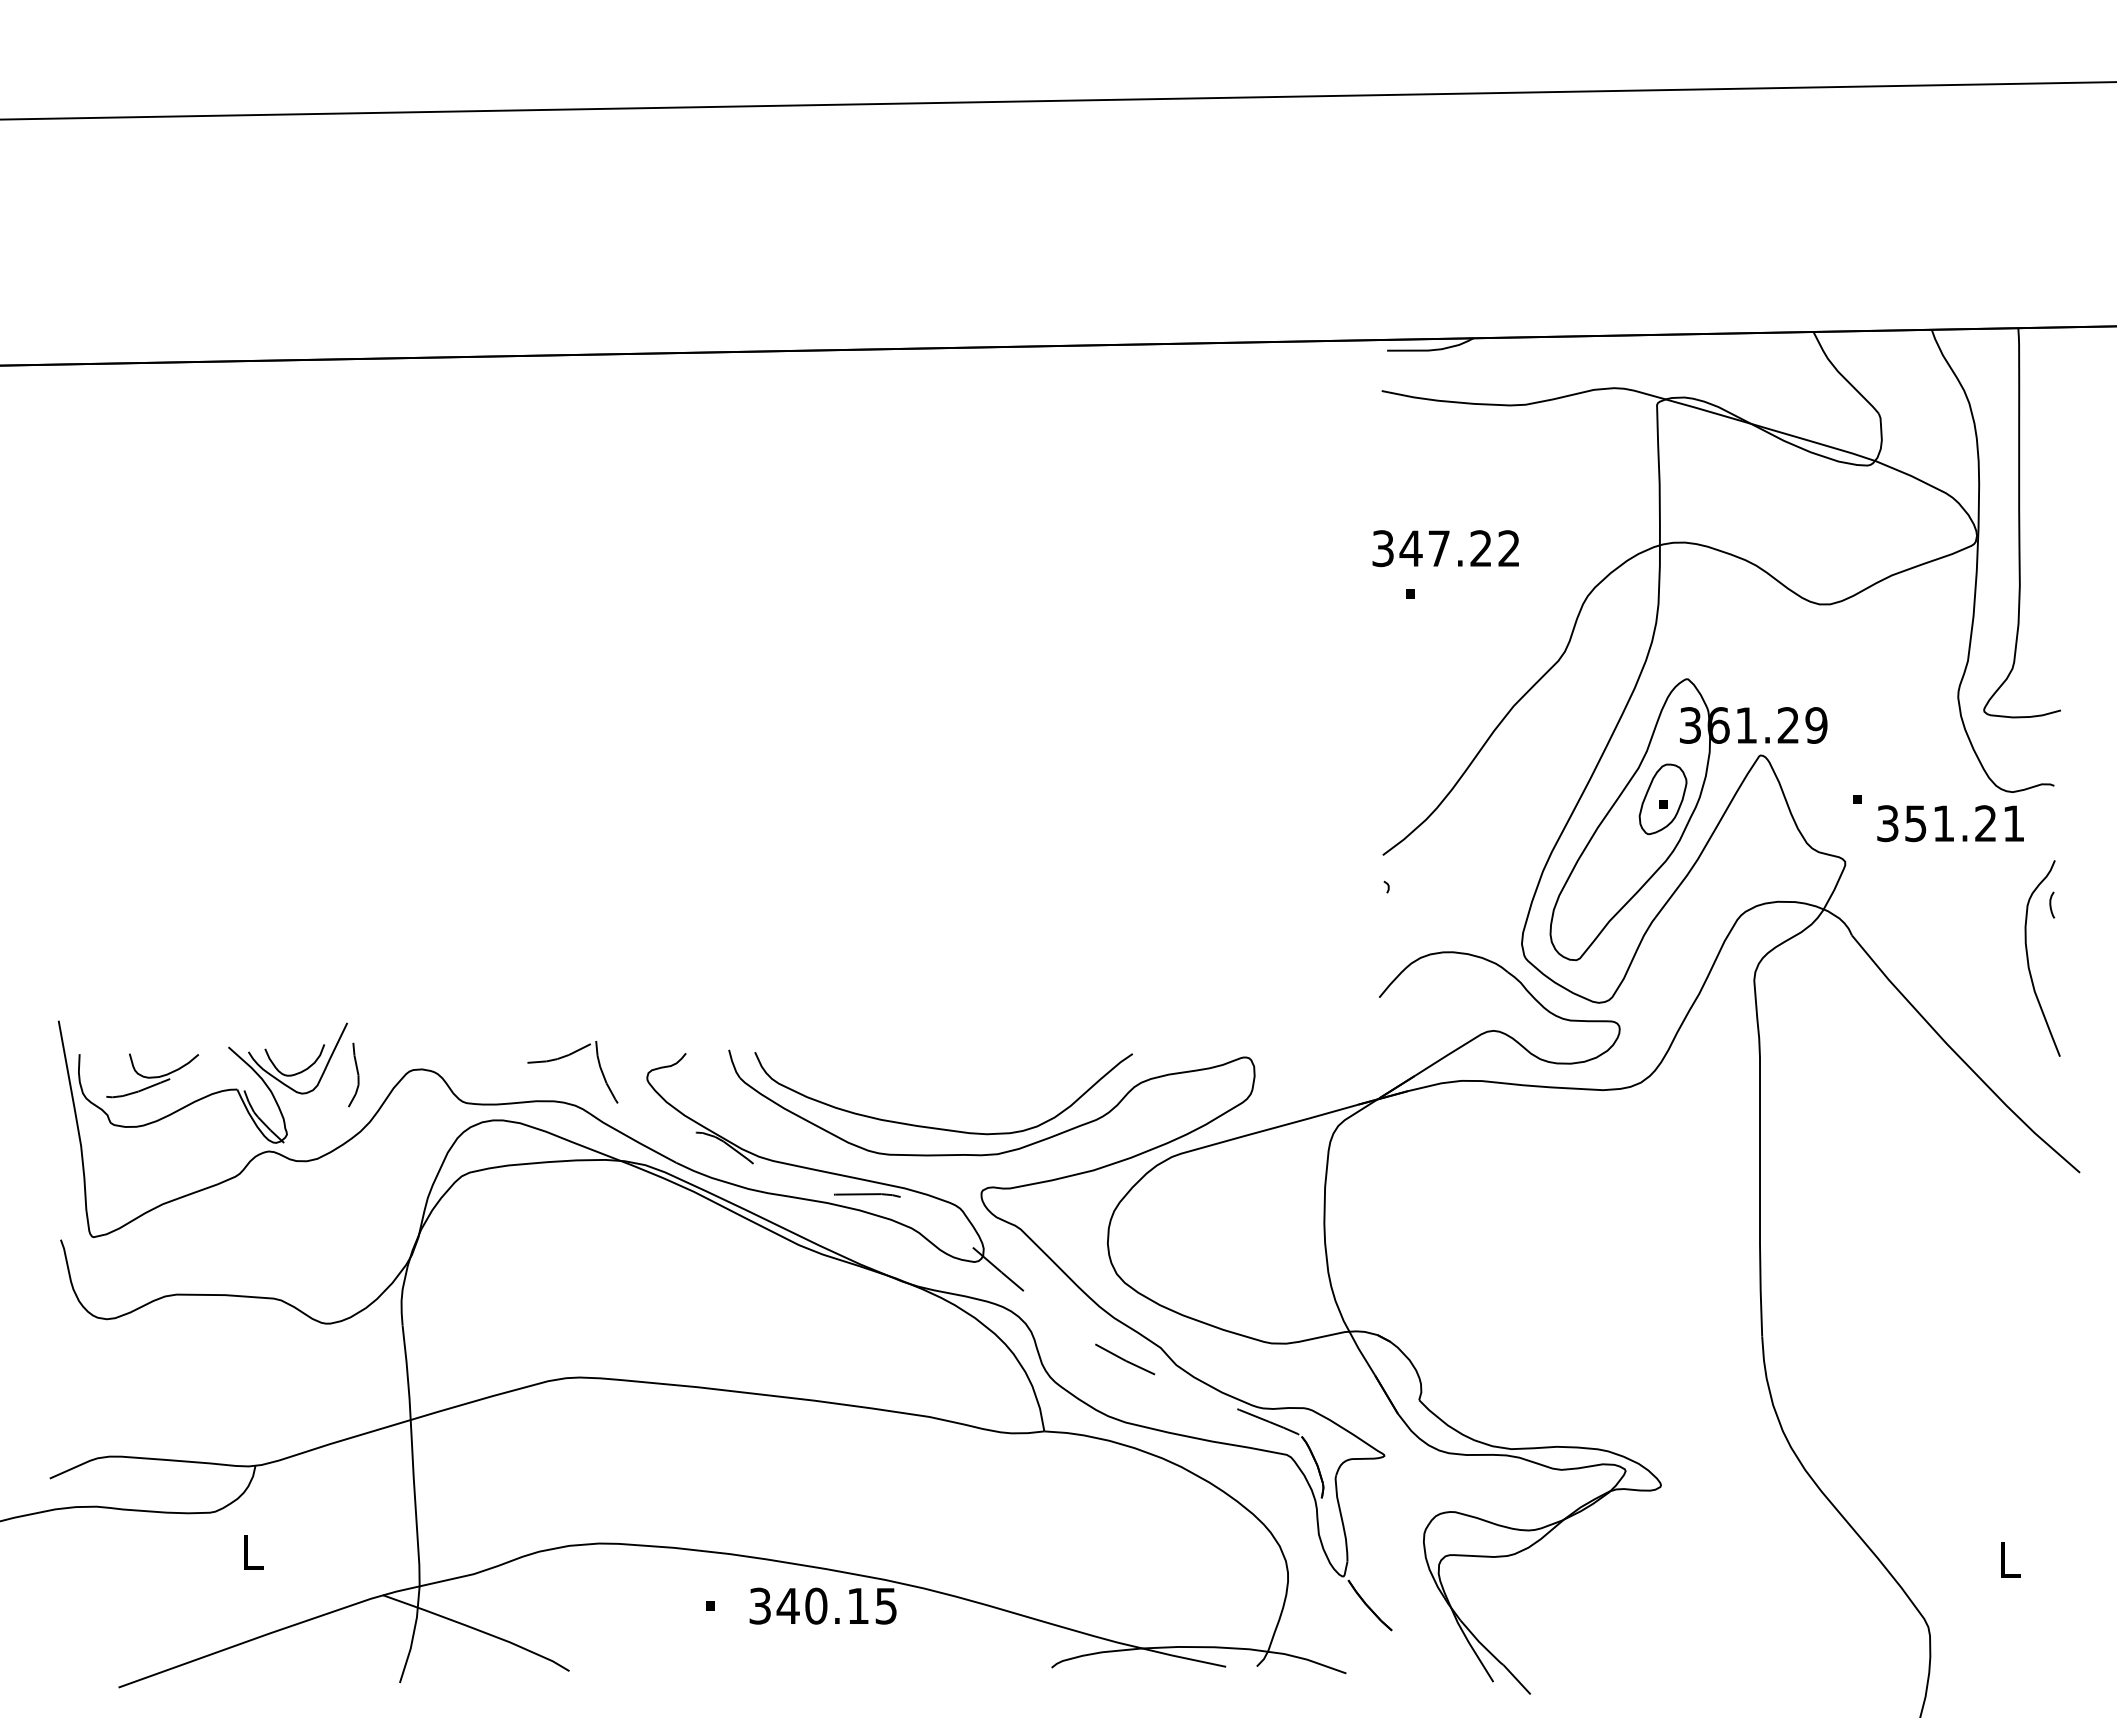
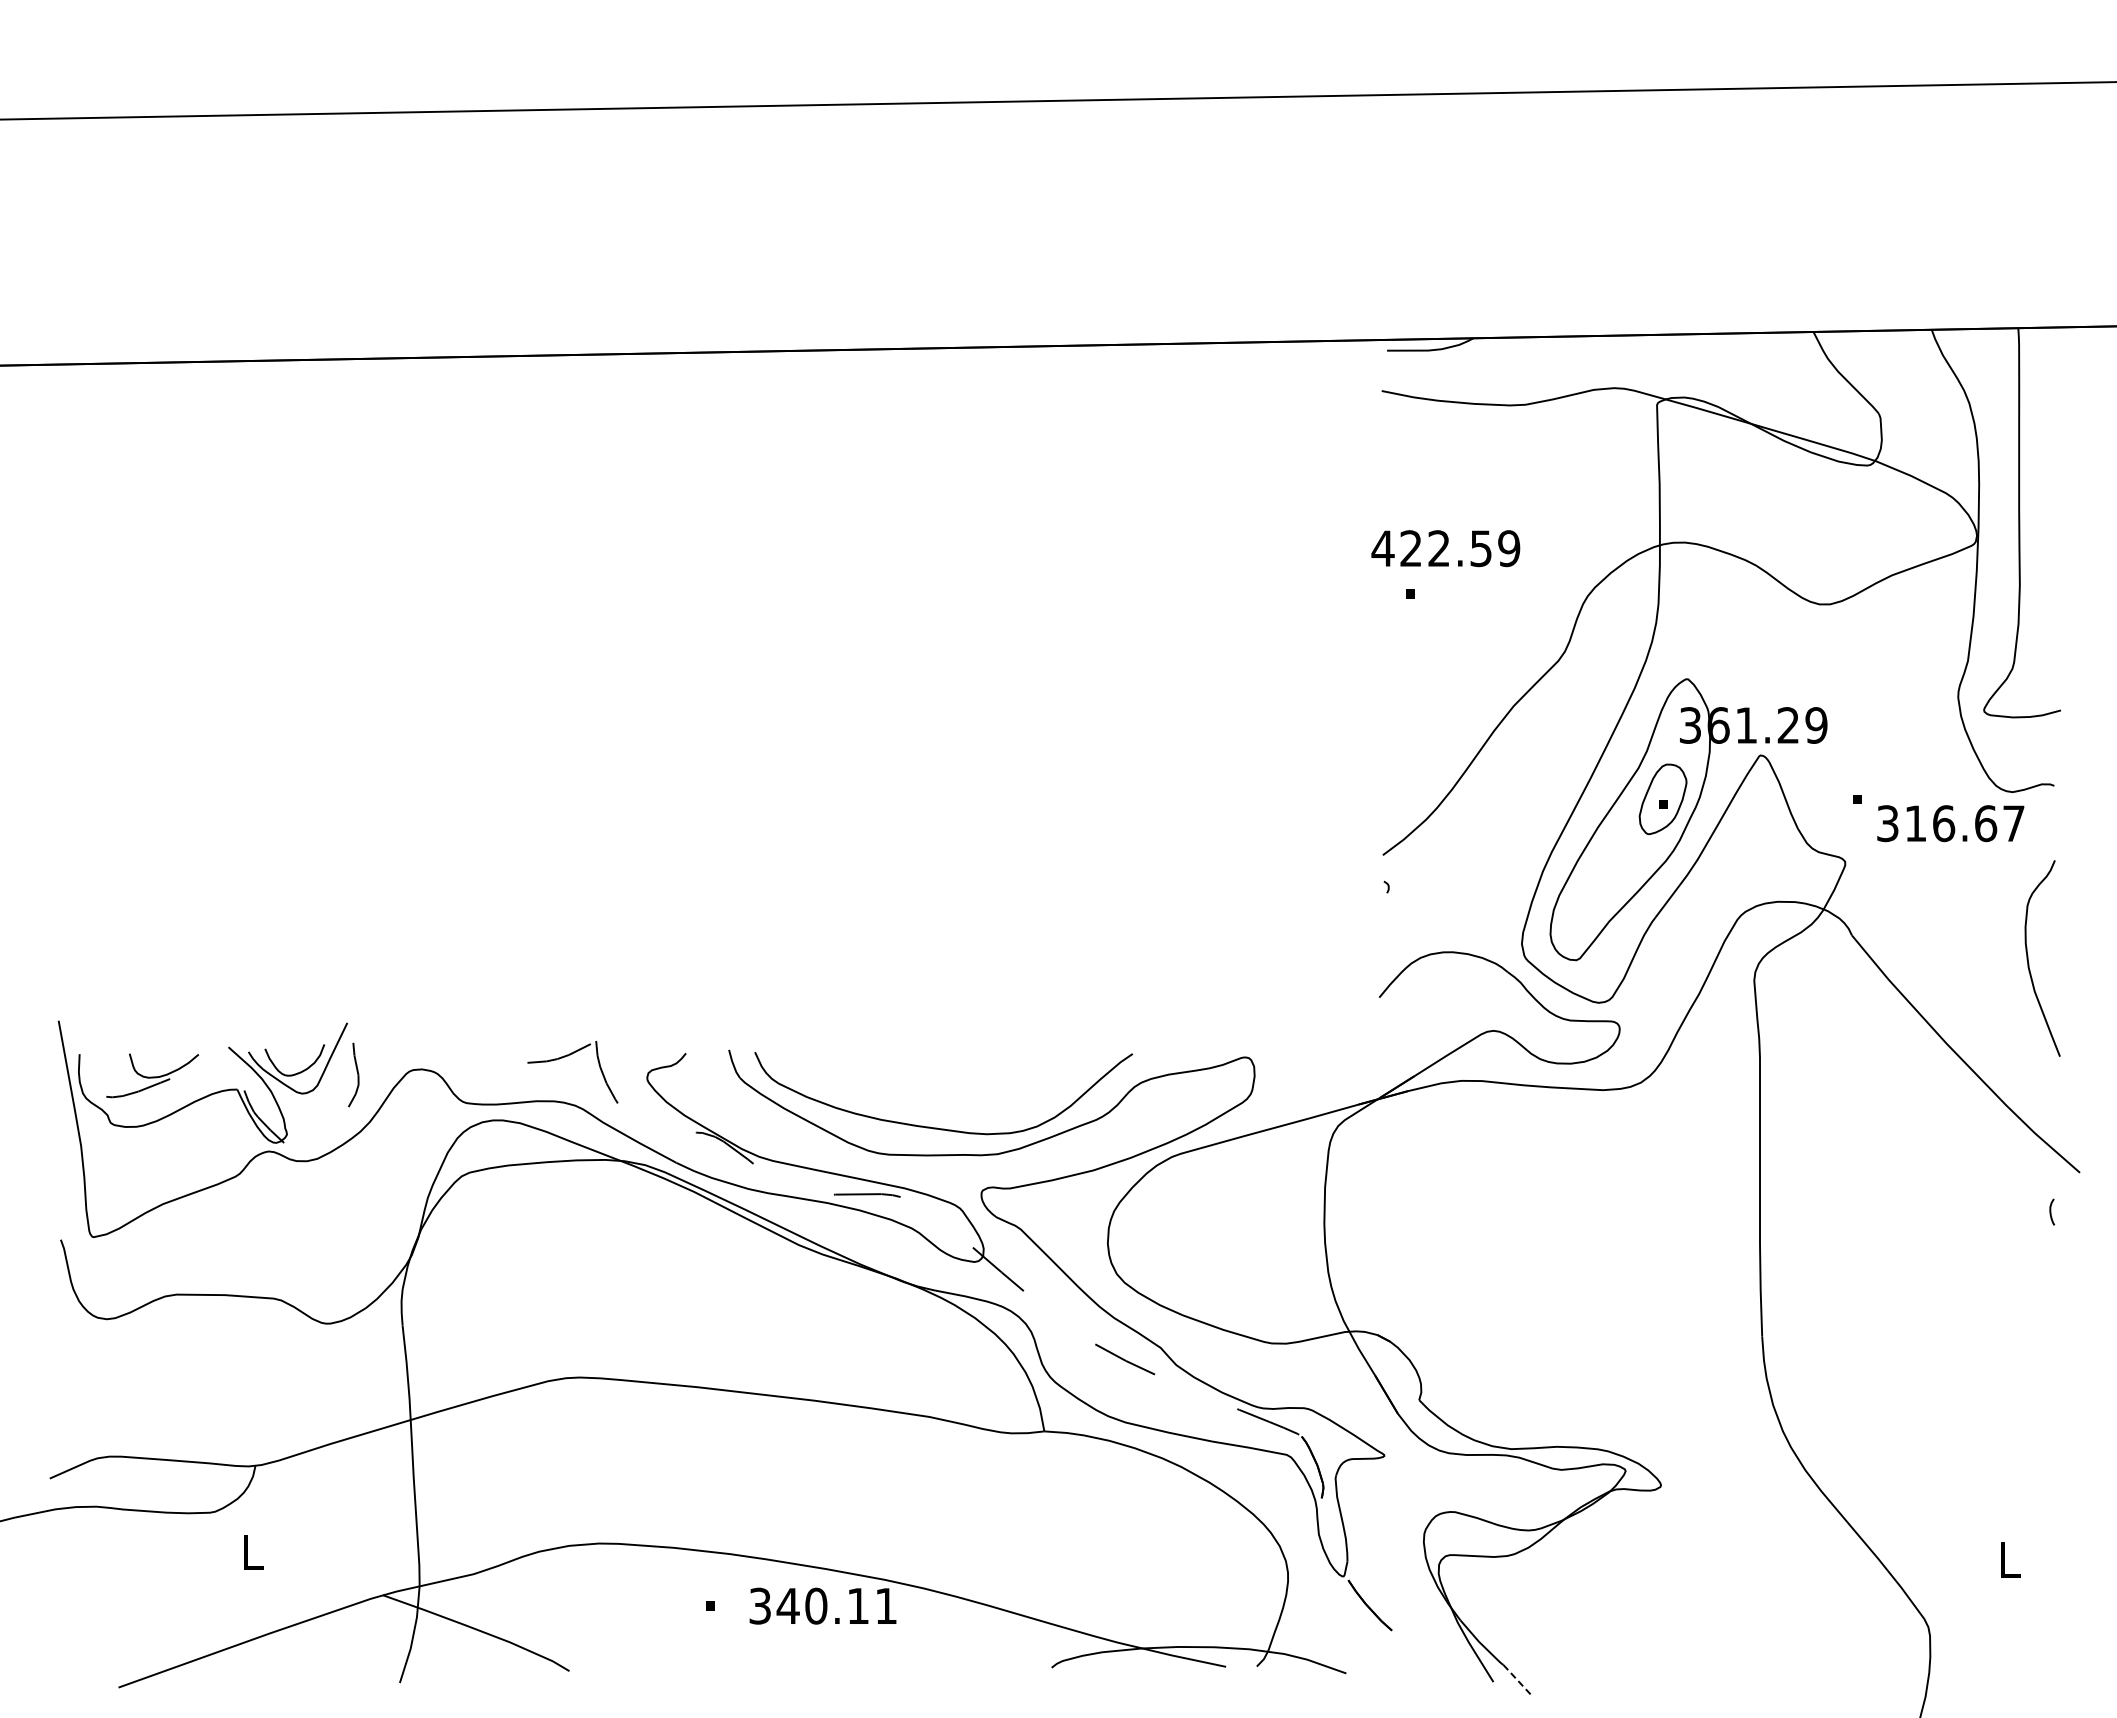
text at (1445, 548): 347.22 -> 422.59
text at (1964, 823): 351.21 -> 316.67
curve at (2051, 904) position: (2051, 904) -> (2051, 1211)
text at (885, 1606): 340.15 -> 340.11
line at (1517, 1680): solid -> dashed
